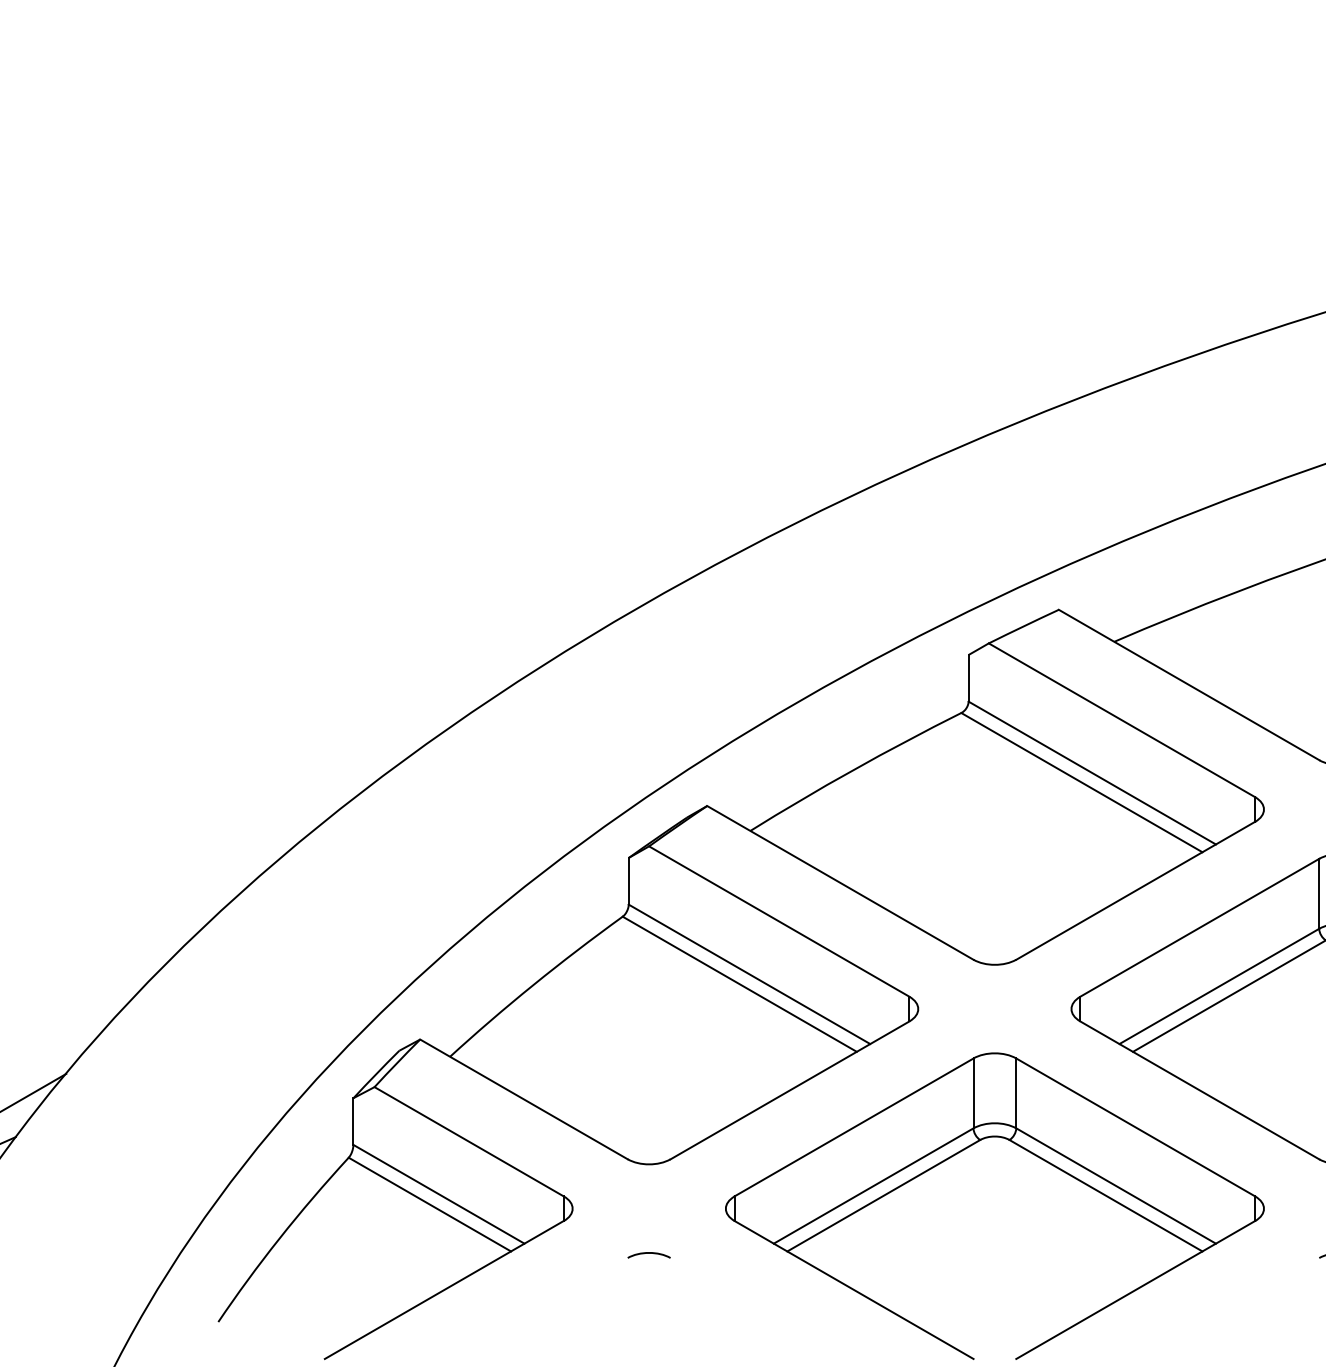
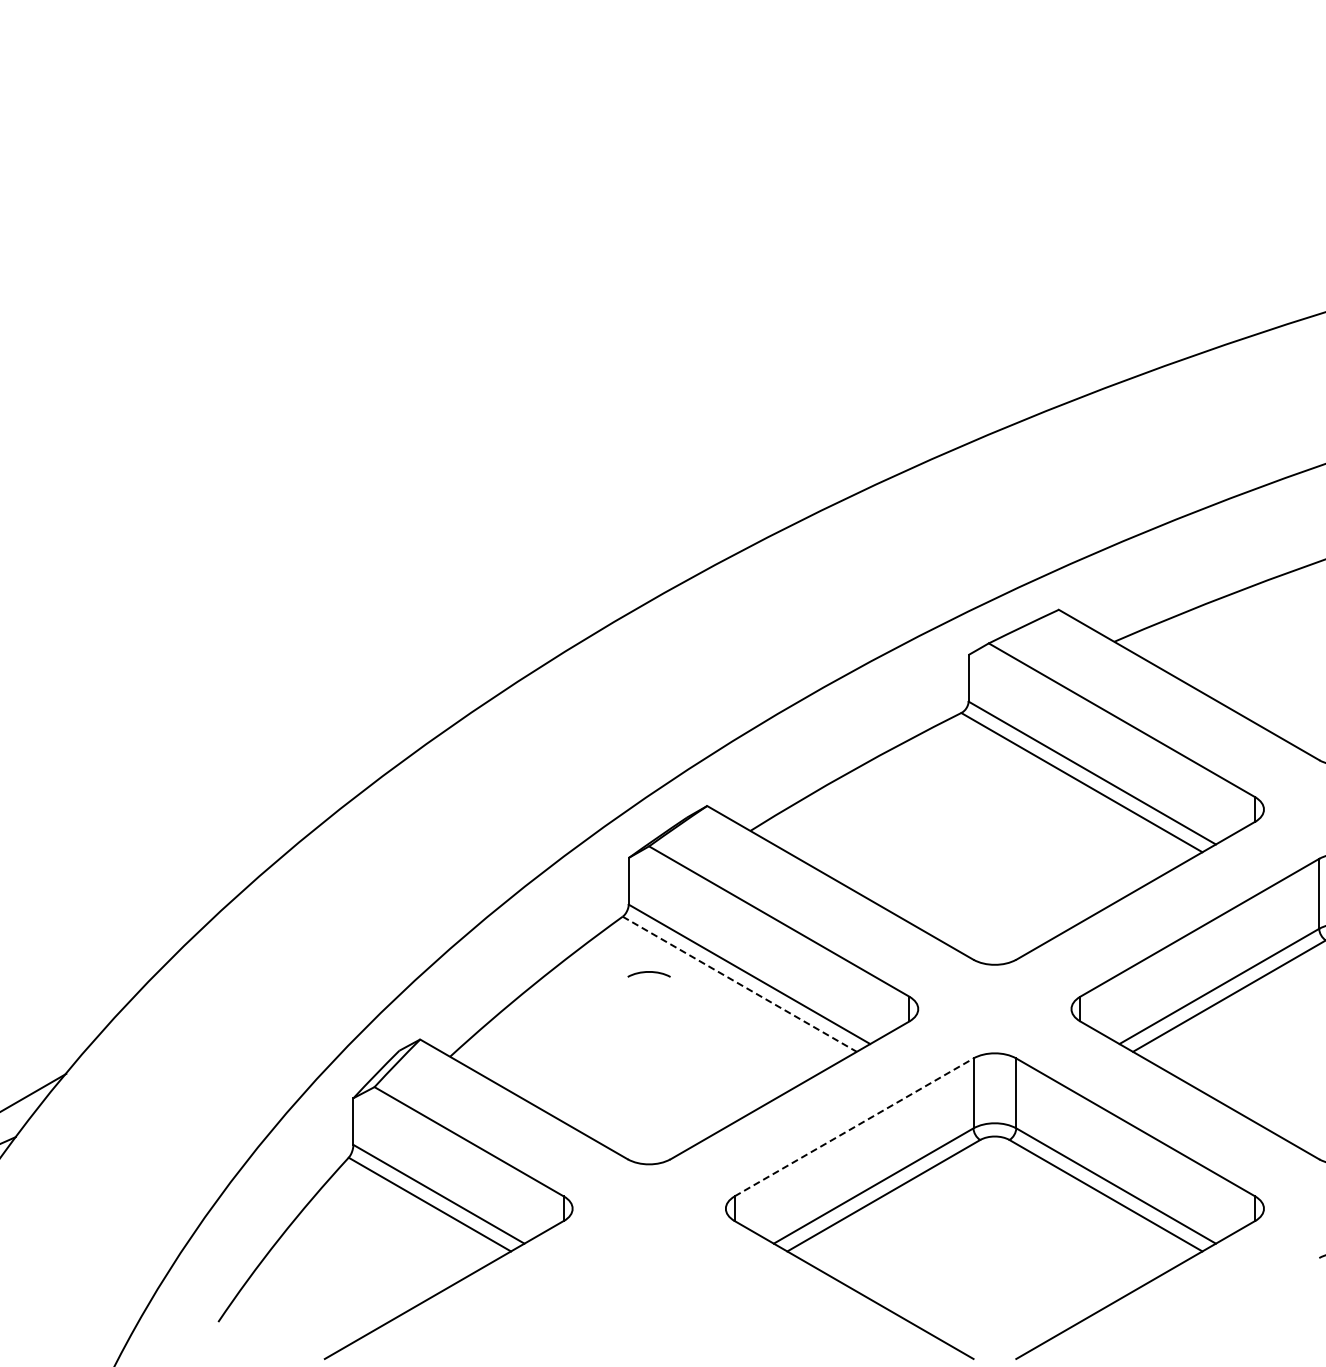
line at (740, 984): solid -> dashed
line at (854, 1127): solid -> dashed
curve at (648, 1253) position: (648, 1253) -> (648, 972)
